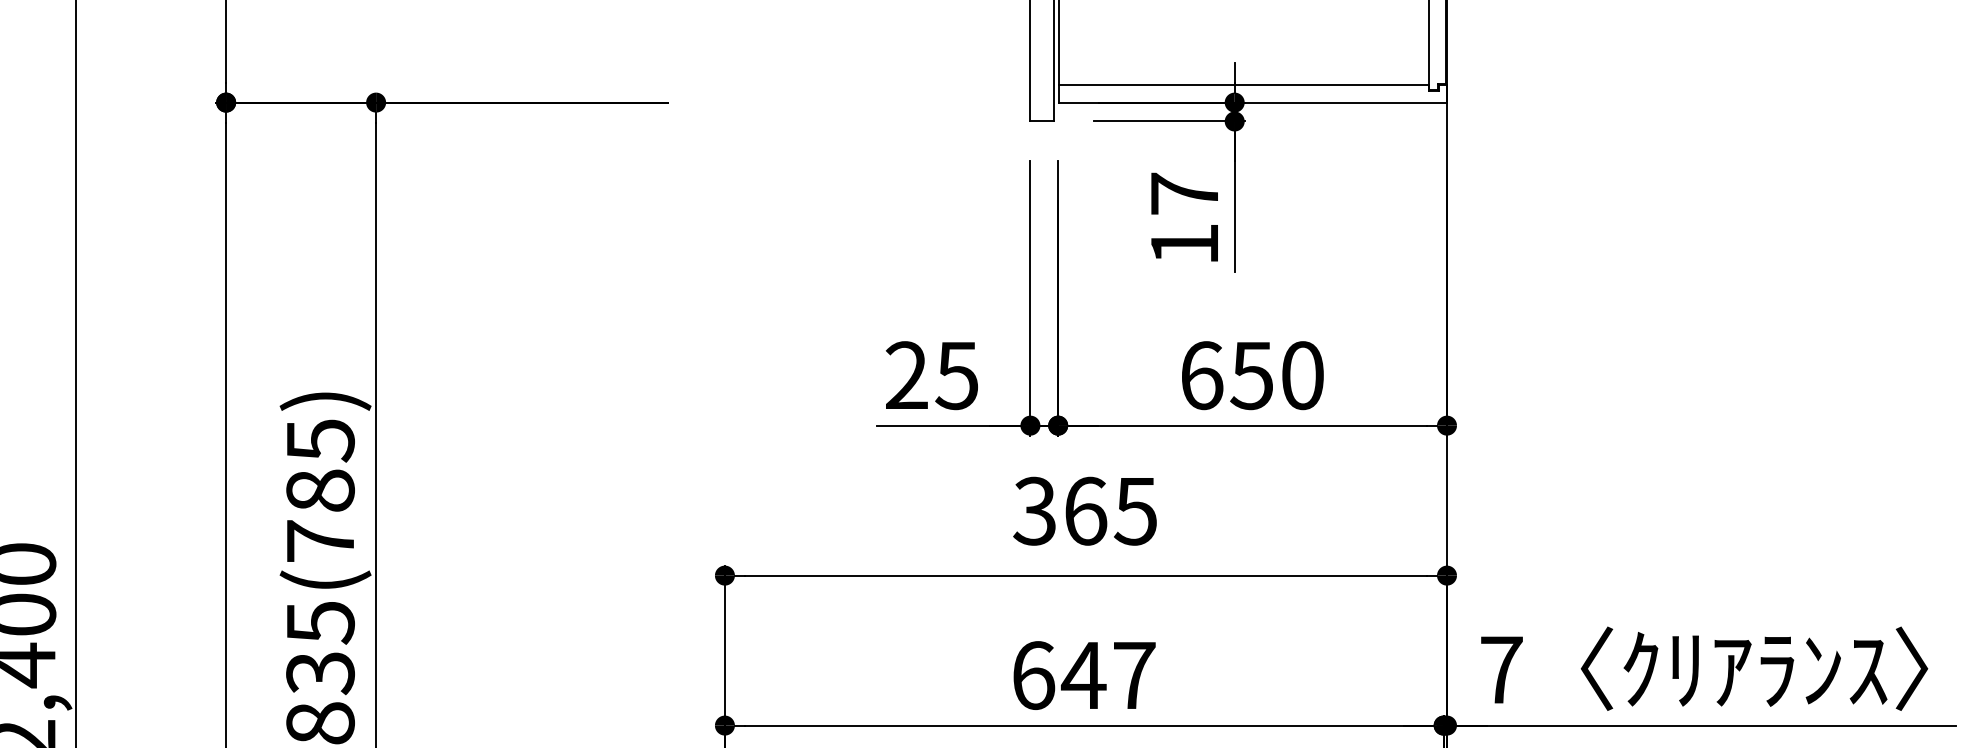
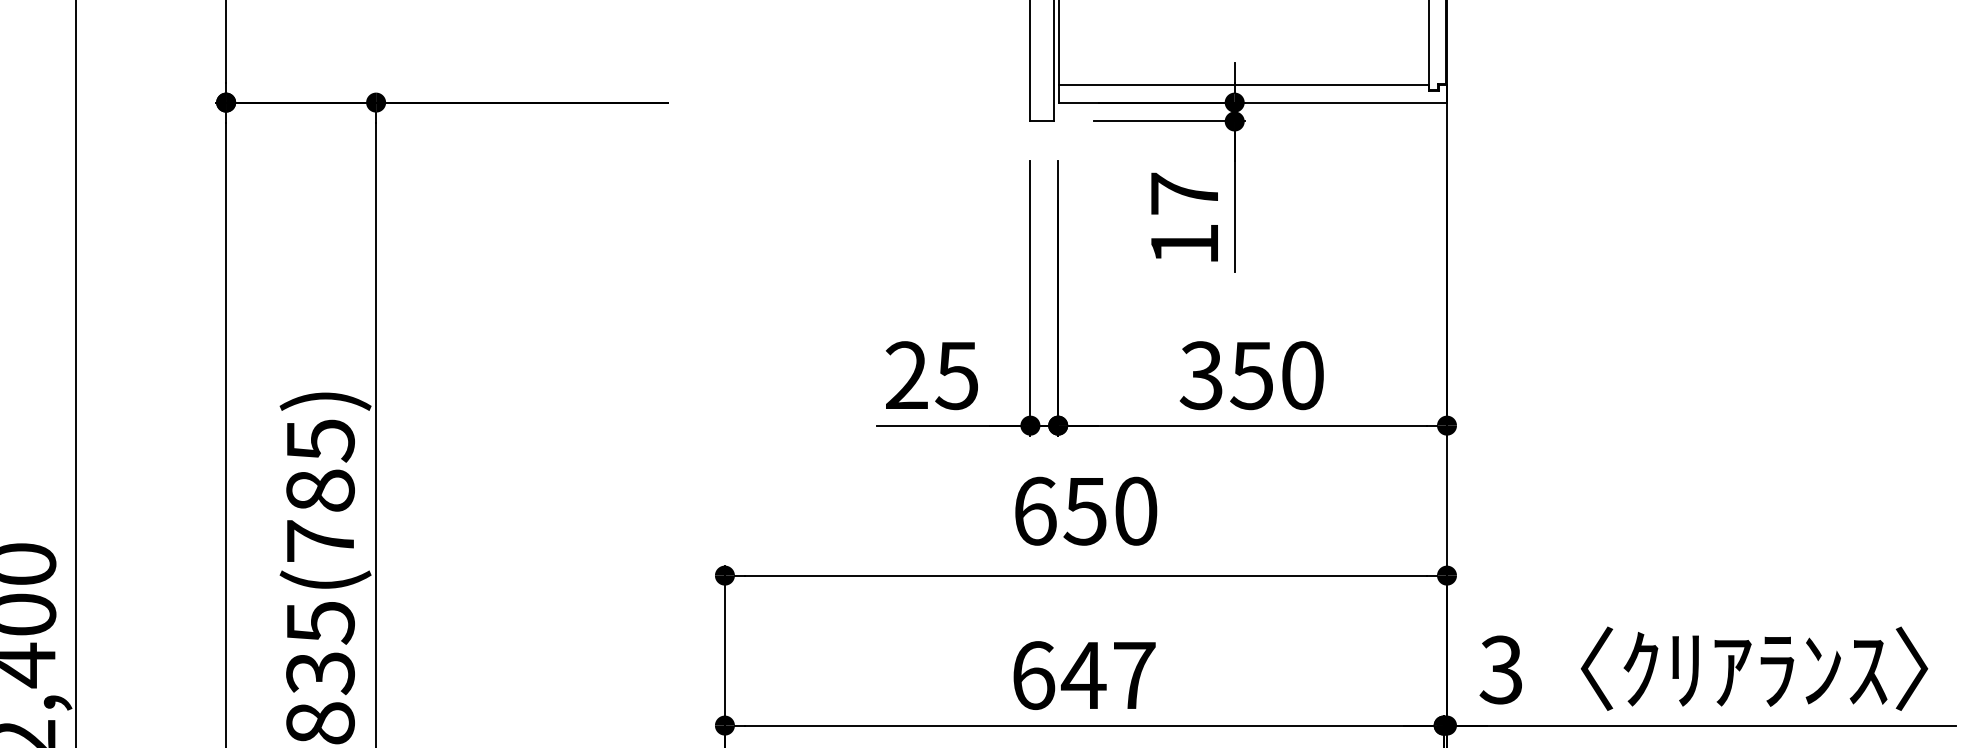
text at (1201, 375): 650 -> 350
text at (1085, 510): 365 -> 650
text at (1500, 669): 7 -> 3
